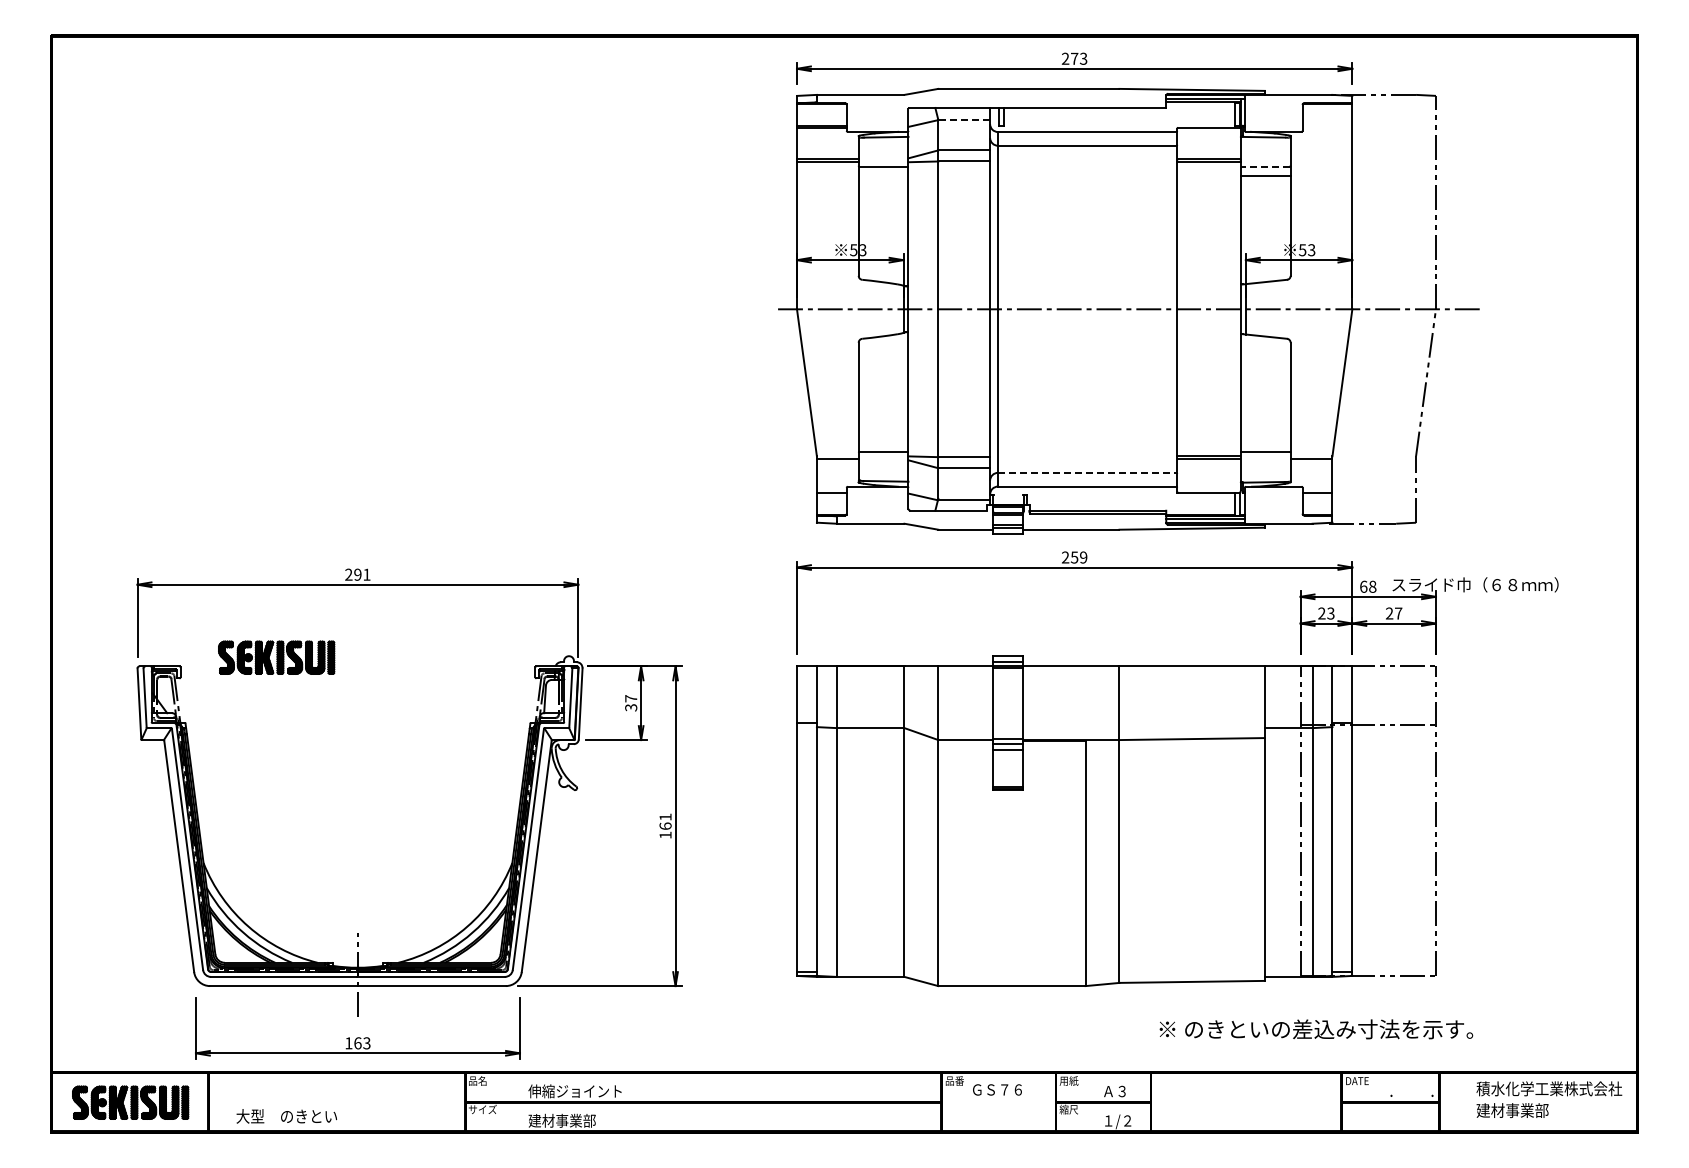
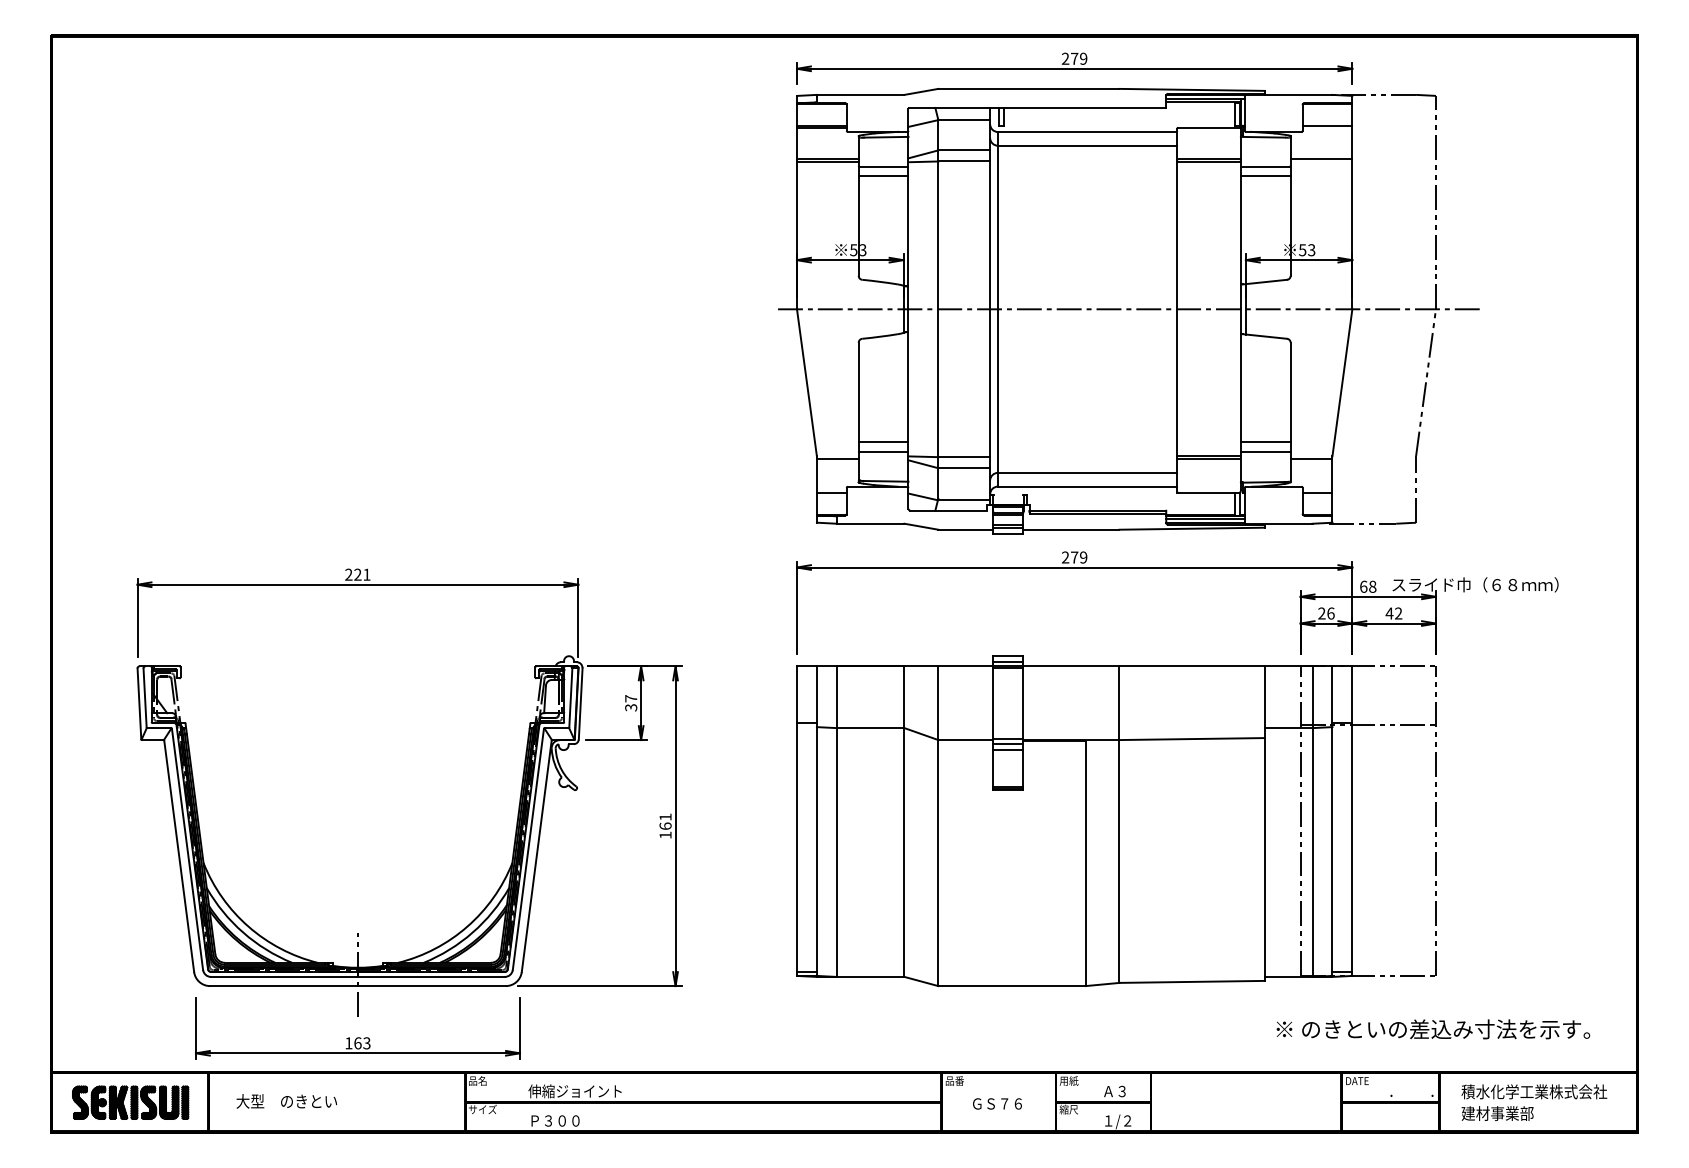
text at (1083, 58): 273 -> 279
line at (964, 120): dashed -> solid
line at (1327, 125): none -> present
line at (1321, 159): none -> present
line at (1264, 166): dashed -> solid
line at (883, 176): none -> present
line at (883, 442): none -> present
line at (1265, 442): none -> present
line at (1087, 472): dashed -> solid
text at (1074, 557): 259 -> 279
text at (357, 574): 291 -> 221
text at (1330, 613): 23 -> 26
text at (1393, 613): 27 -> 42
part at (276, 657): present -> none
text at (1316, 1029) position: (1316, 1029) -> (1433, 1029)
text at (997, 1089) position: (997, 1089) -> (997, 1103)
text at (1549, 1099) position: (1549, 1099) -> (1534, 1102)
text at (286, 1116) position: (286, 1116) -> (286, 1101)
text at (561, 1120): 建材事業部 -> Ｐ３００
